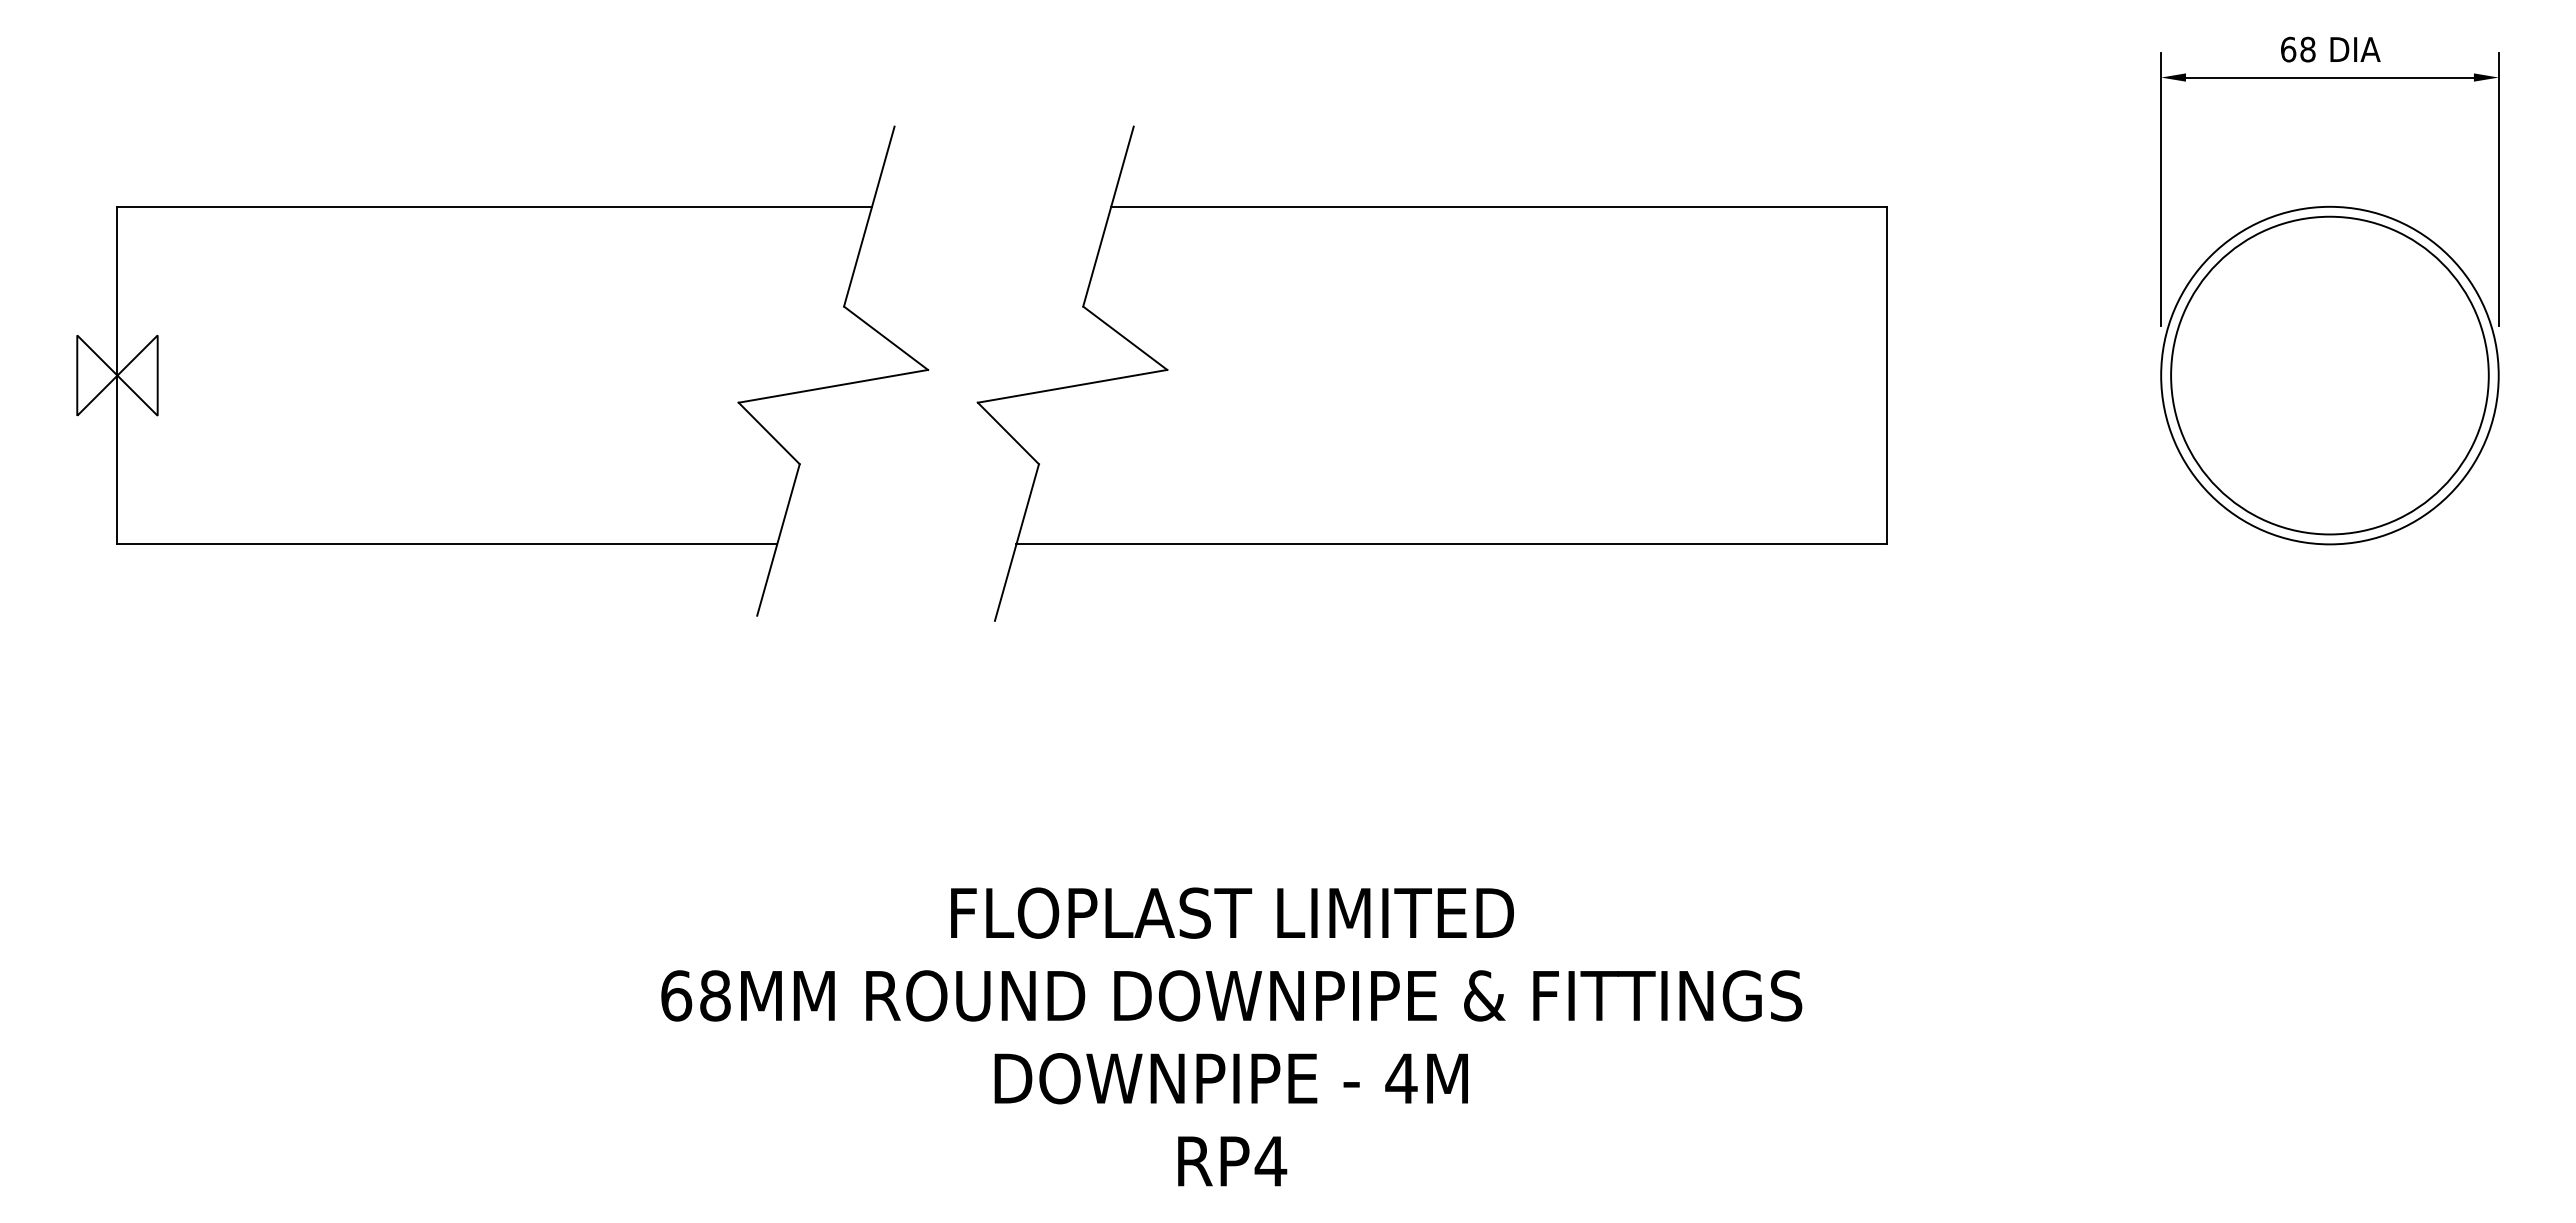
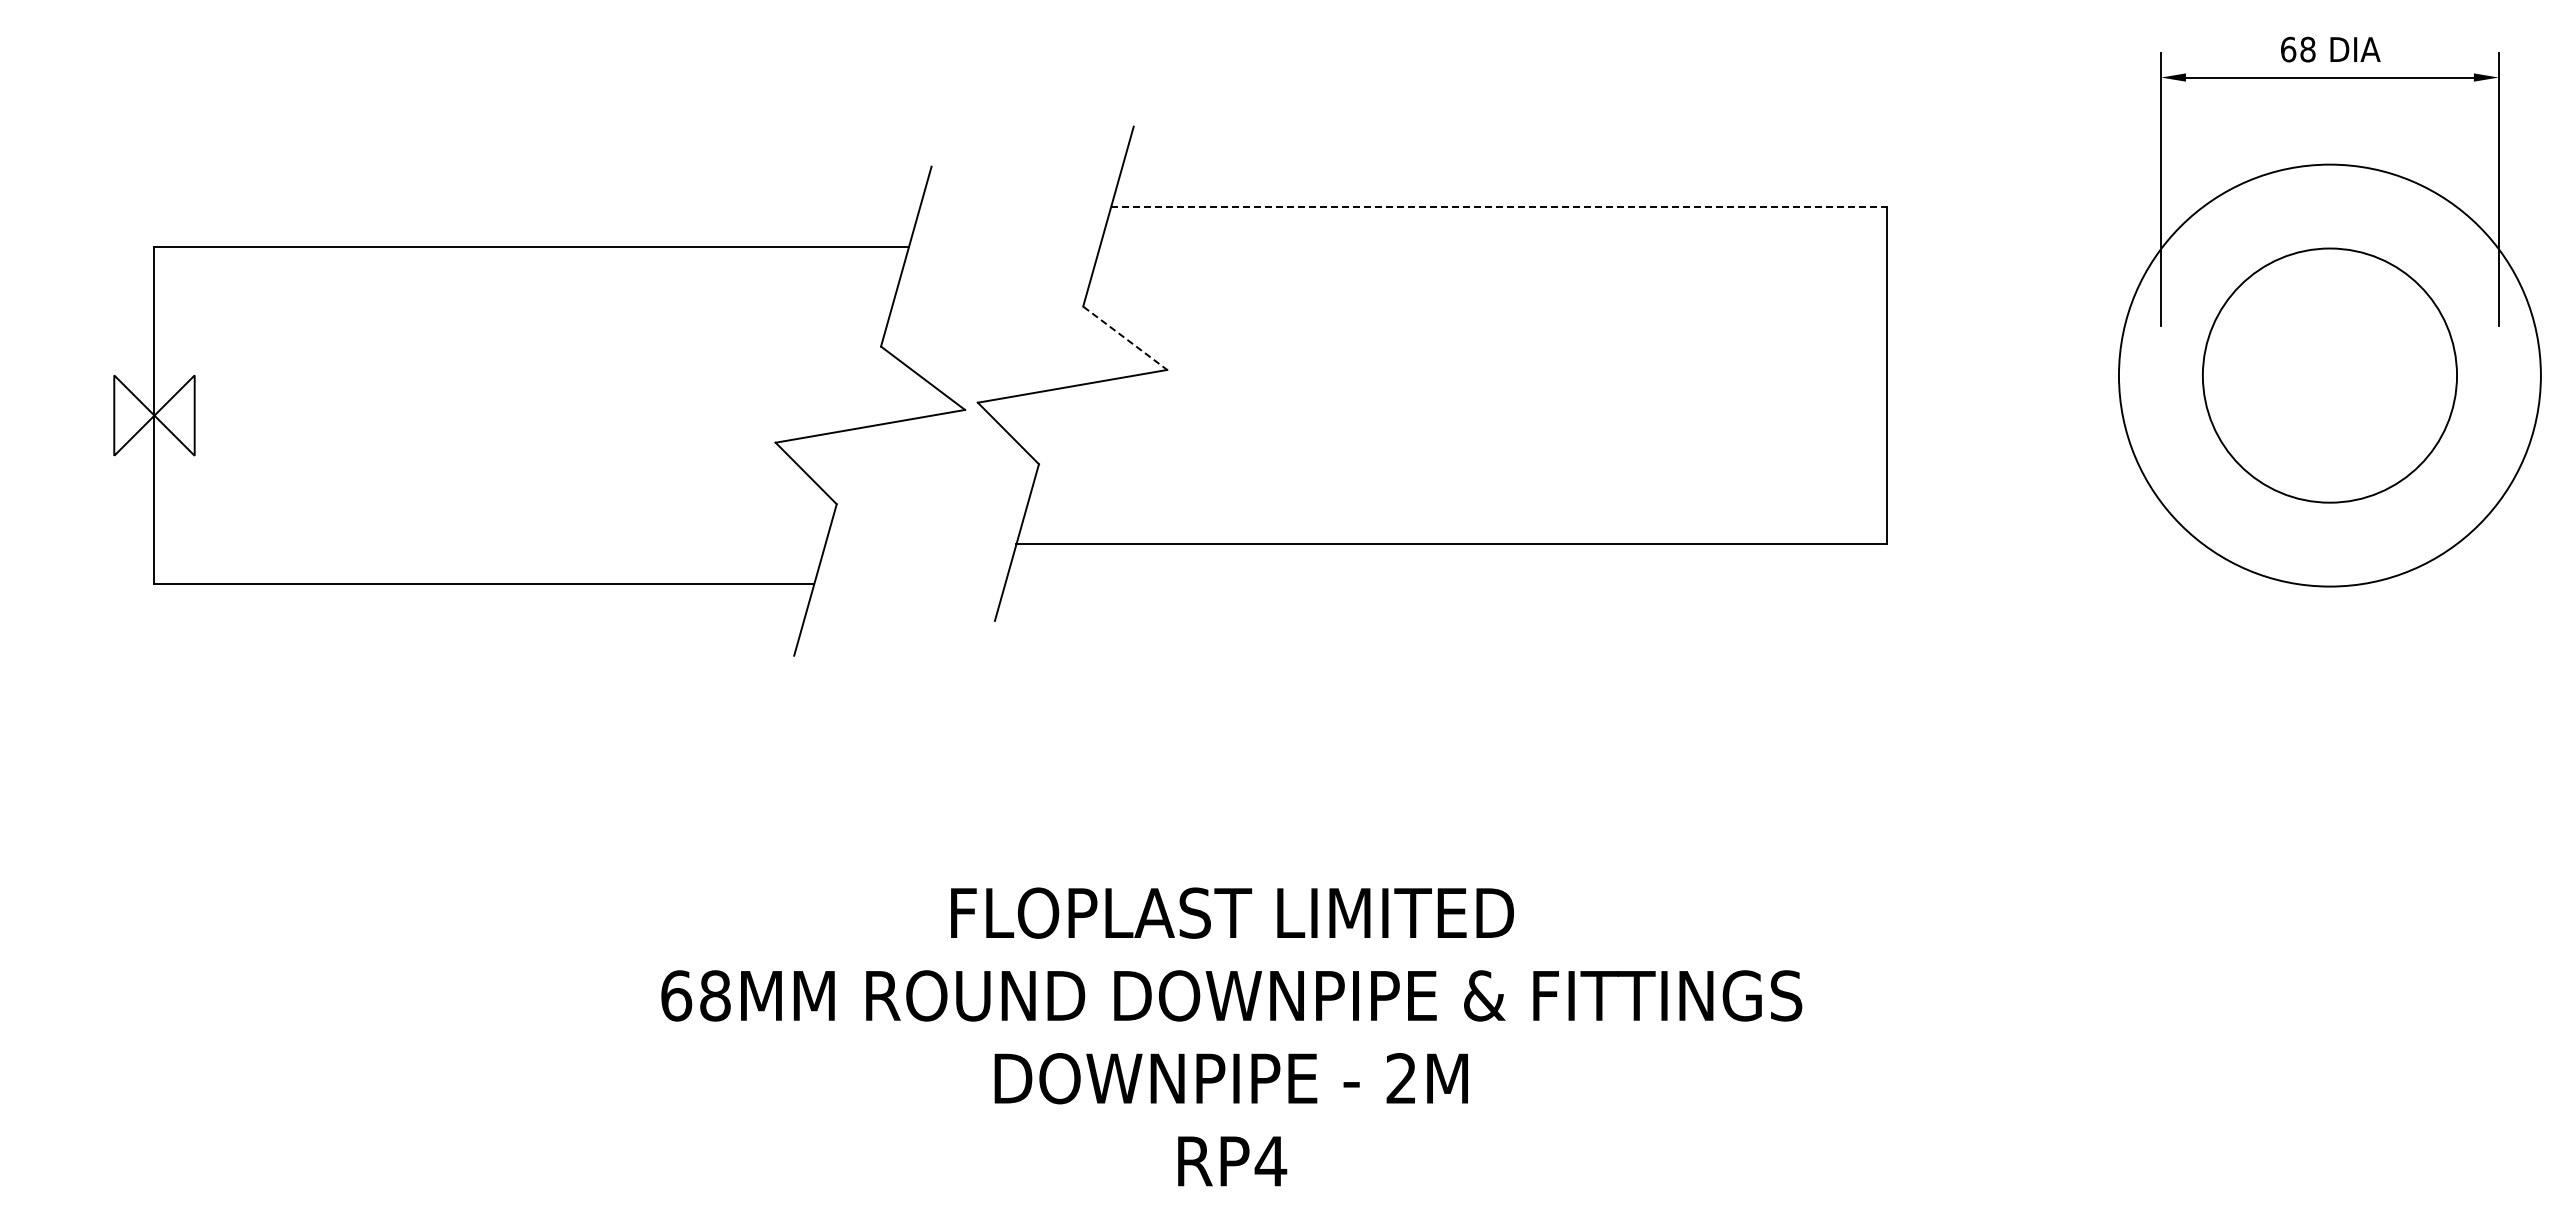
line at (1499, 206): solid -> dashed
line at (1125, 338): solid -> dashed
part at (502, 370) position: (502, 370) -> (539, 410)
circle at (2329, 375) diameter: 318 px -> 254 px
circle at (2329, 375) diameter: 338 px -> 422 px
text at (1401, 1078): 4M -> 2M
